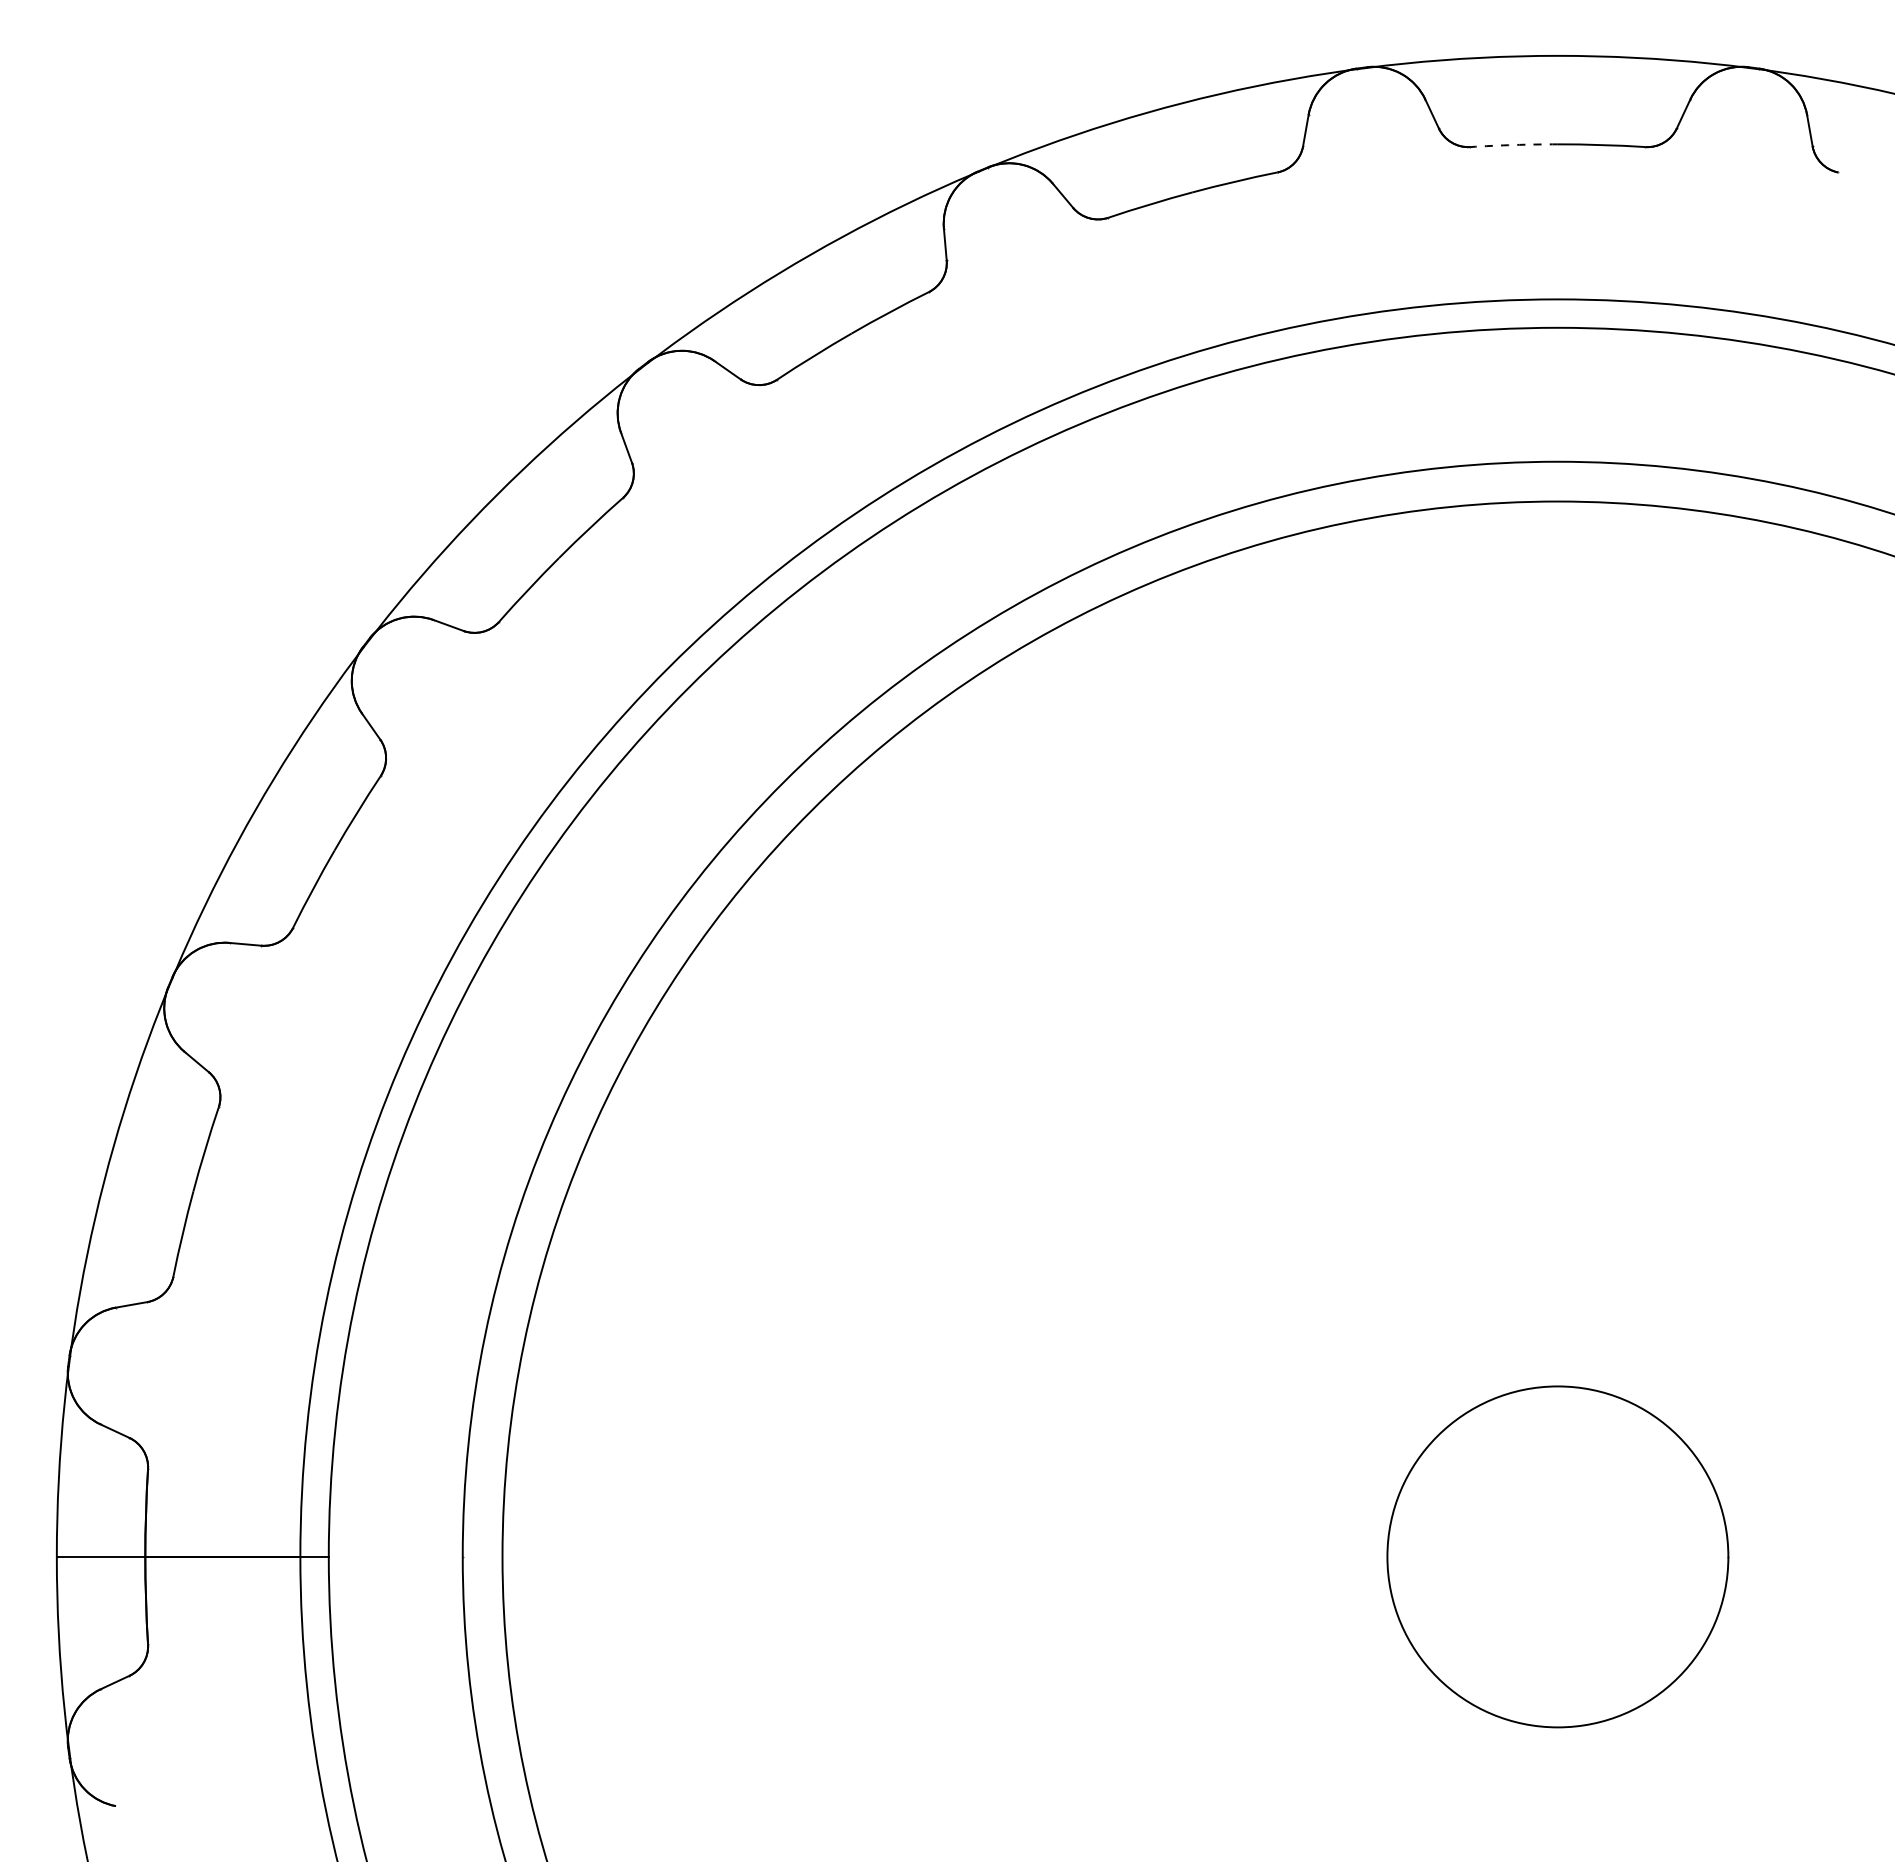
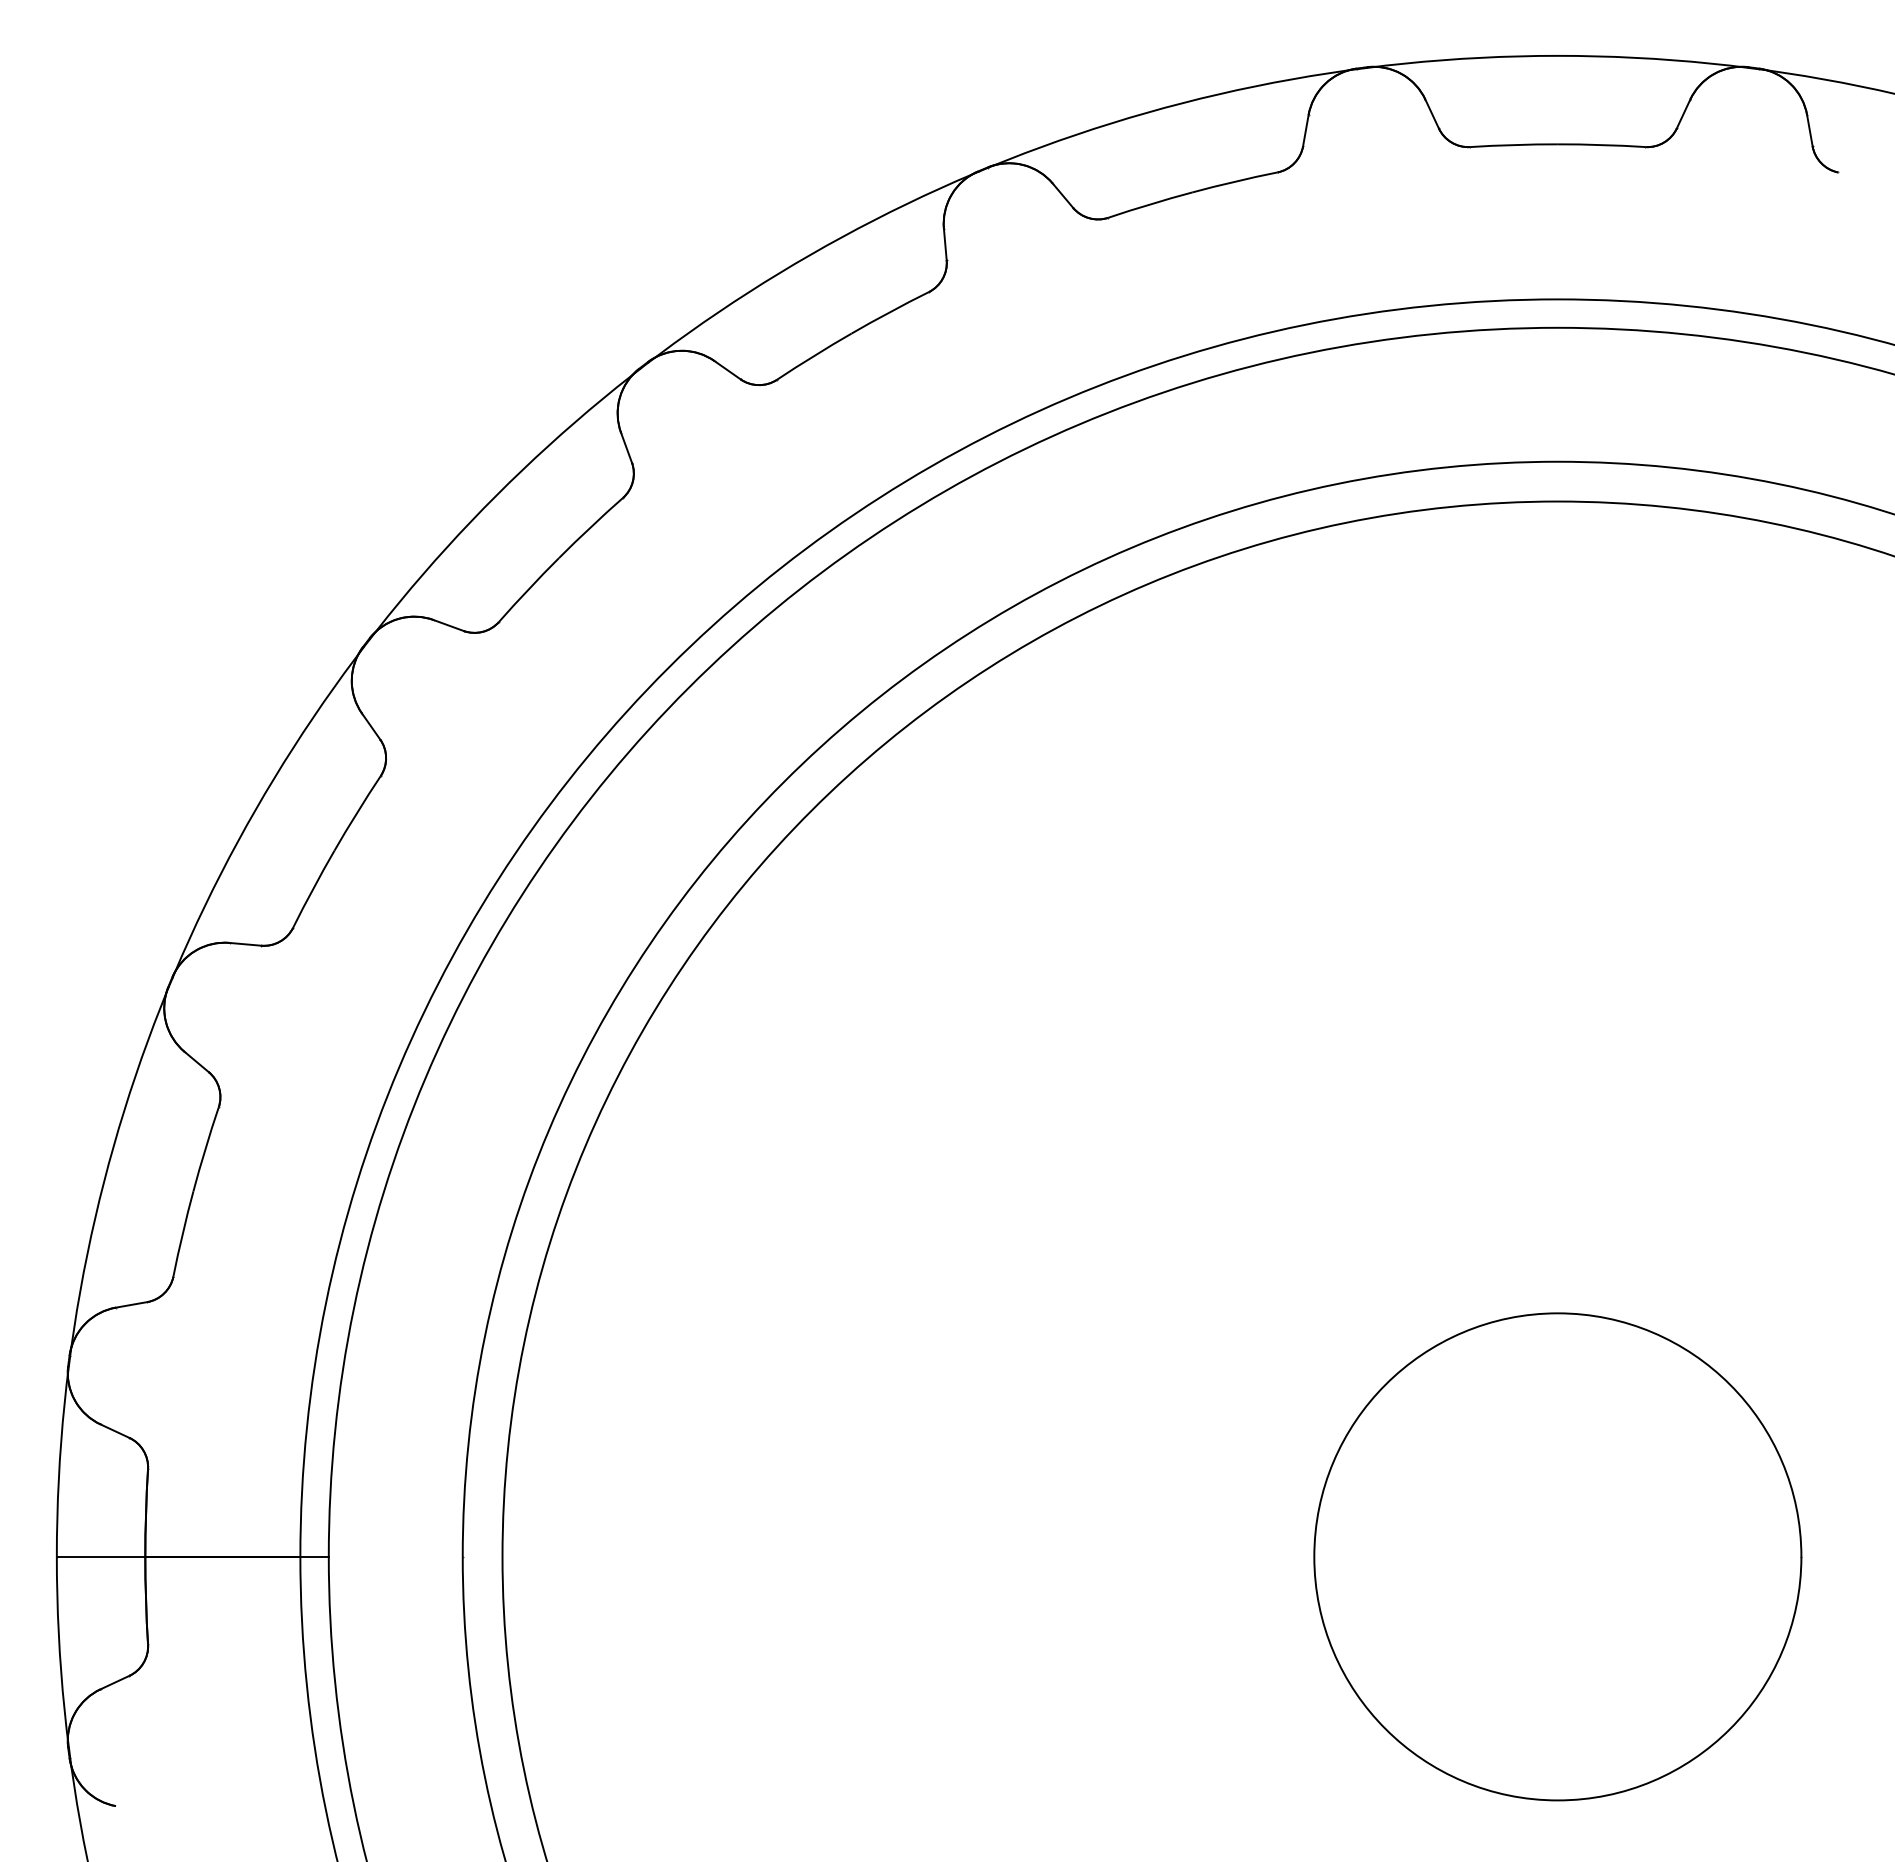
arc at (1514, 145): dashed -> solid
circle at (1557, 1556) size: 344x344 px -> 490x490 px
